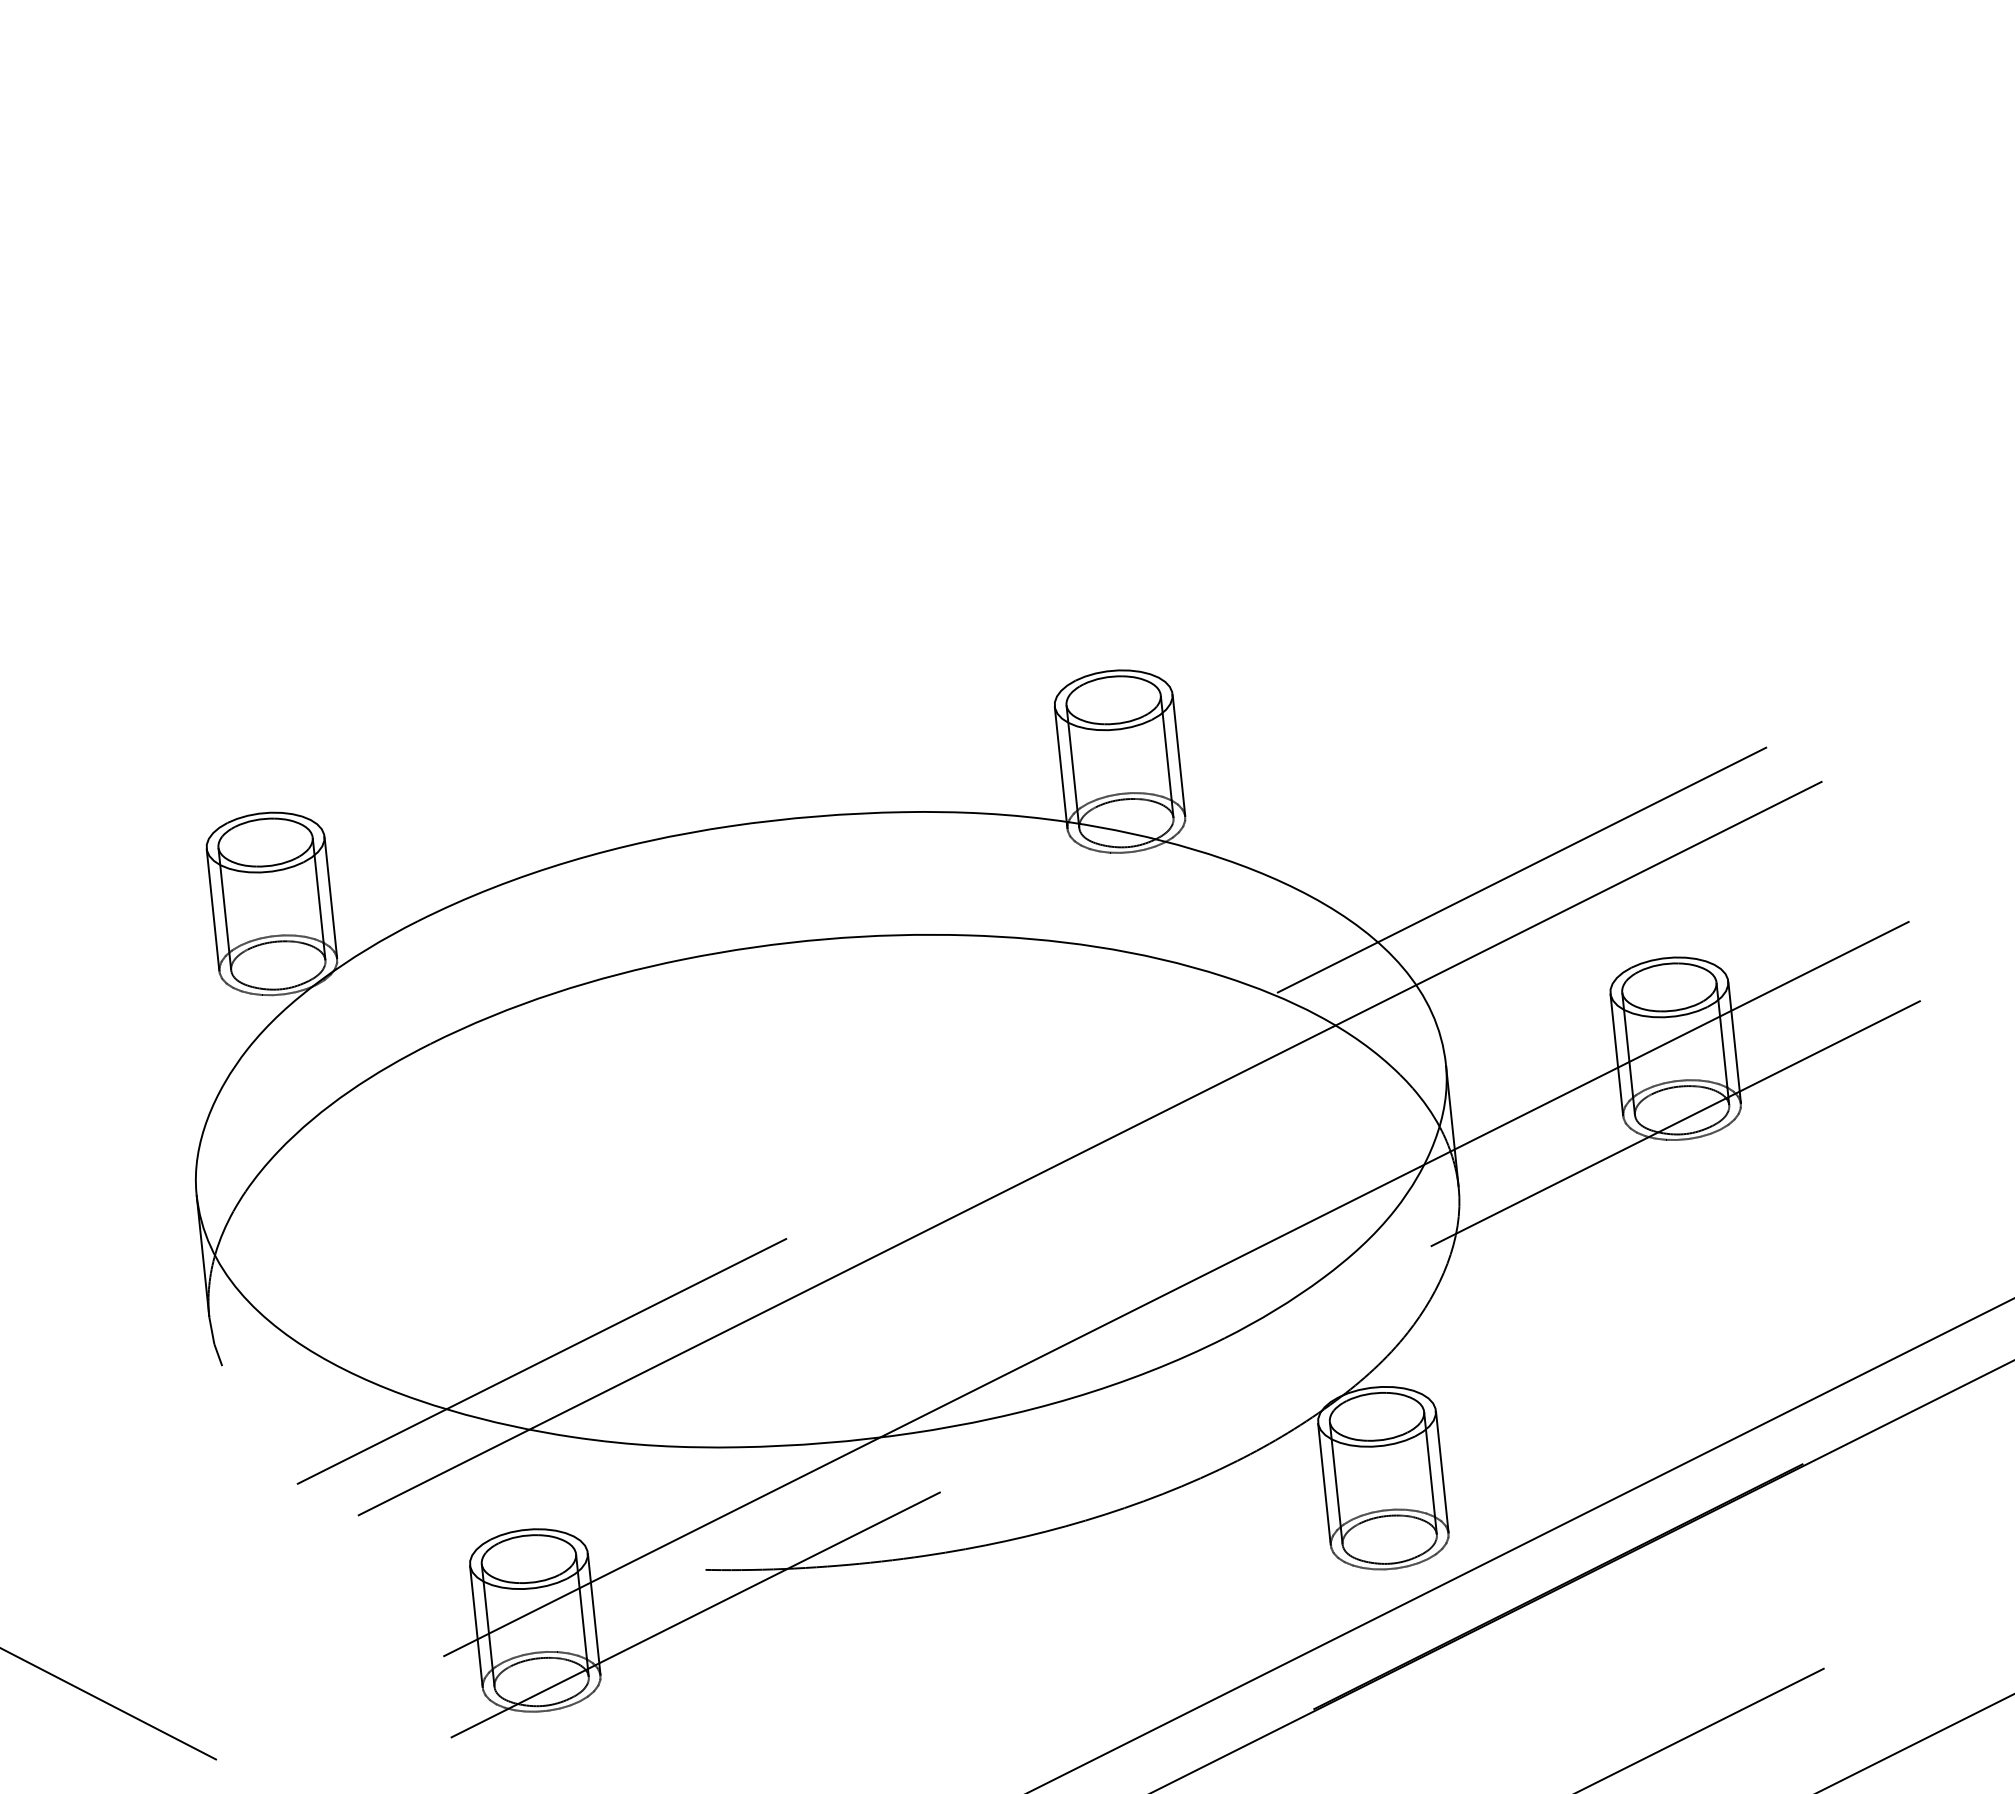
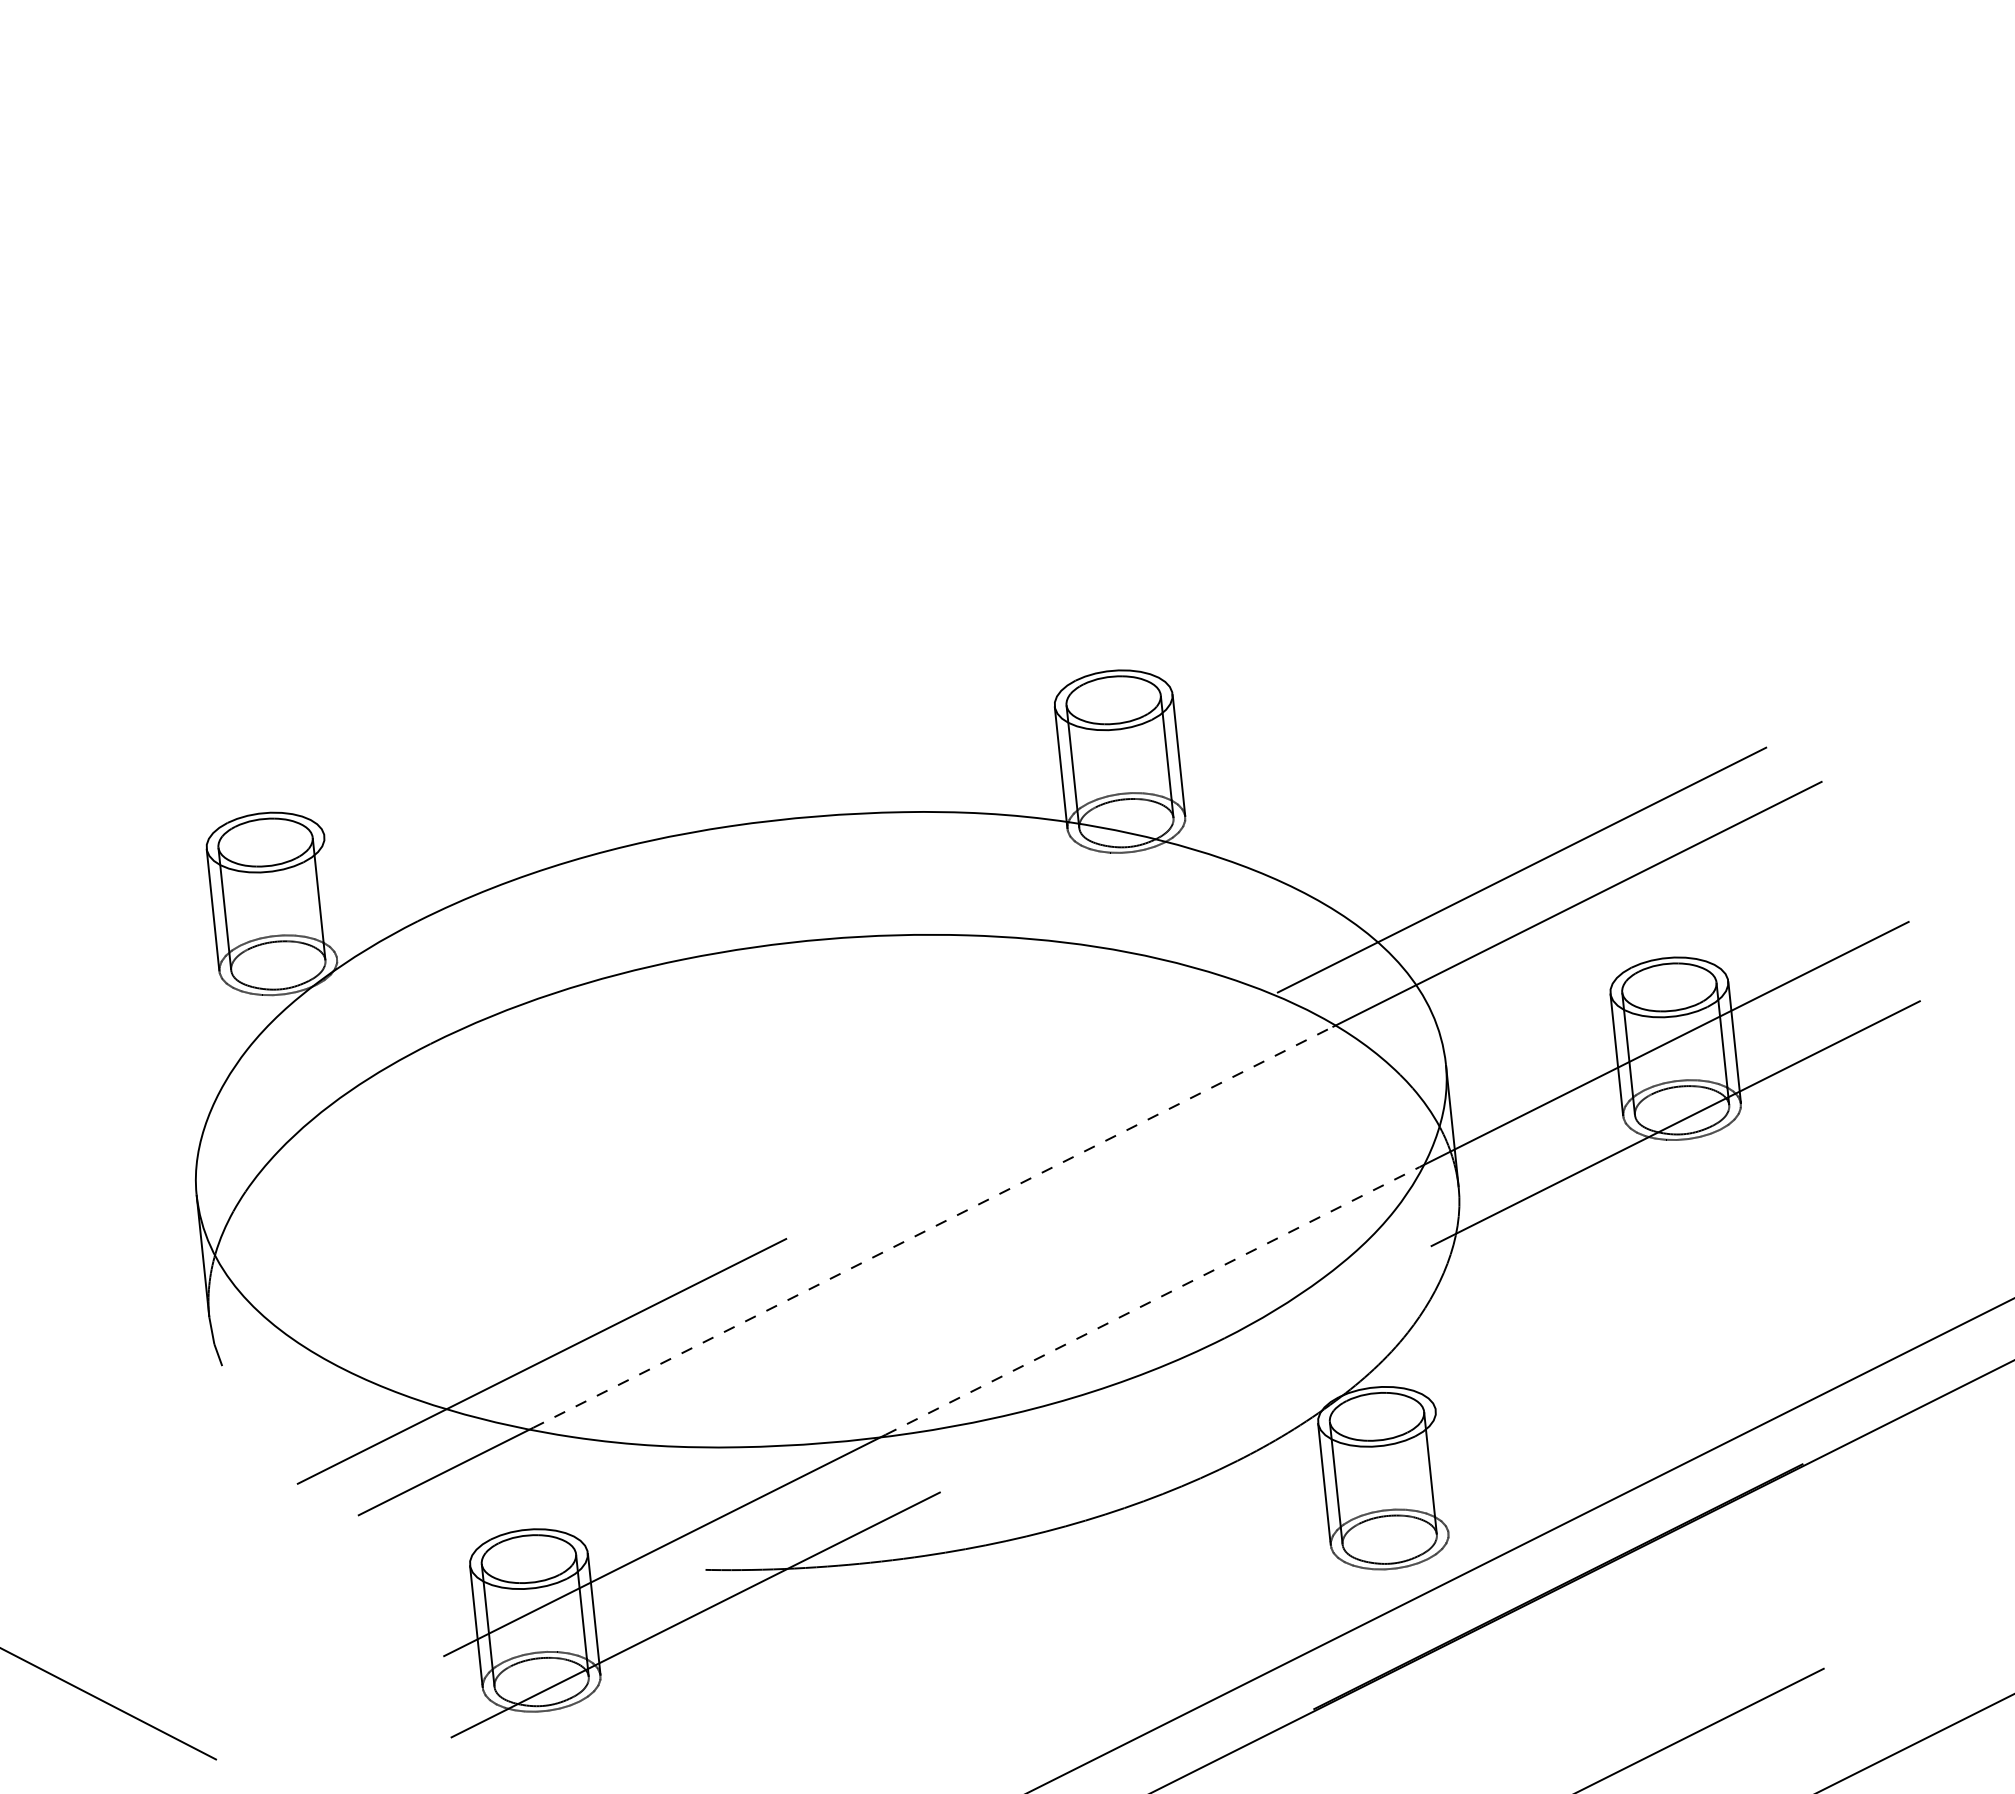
line at (330, 897): present -> none
line at (932, 1227): solid -> dashed
line at (1152, 1300): solid -> dashed
line at (1441, 1471): present -> none
